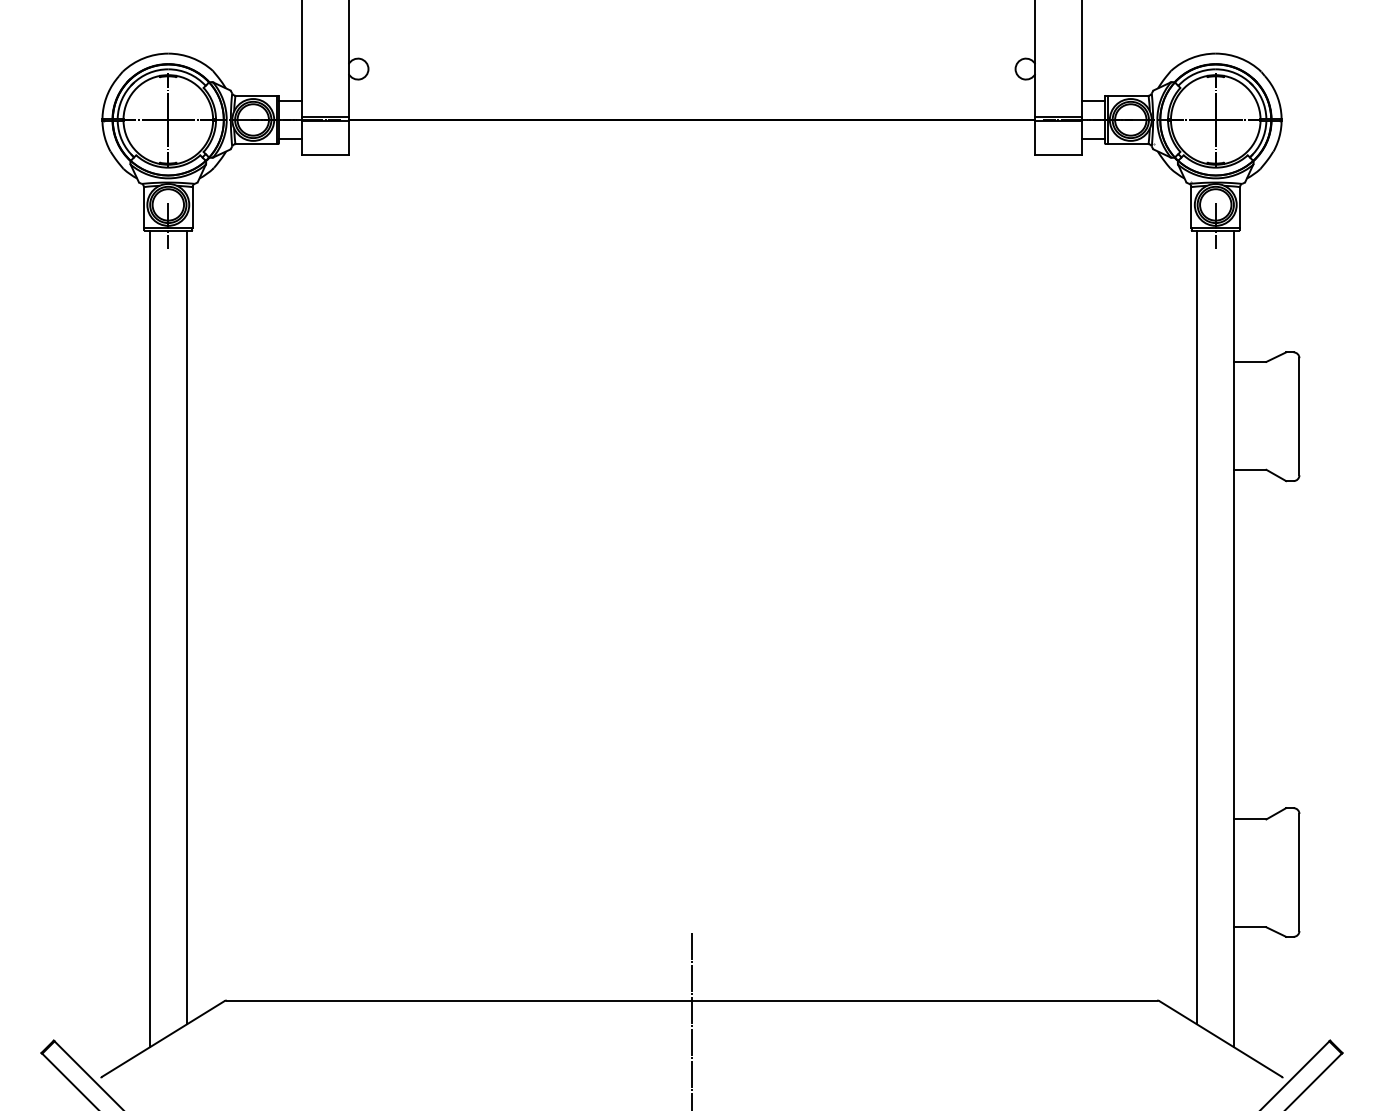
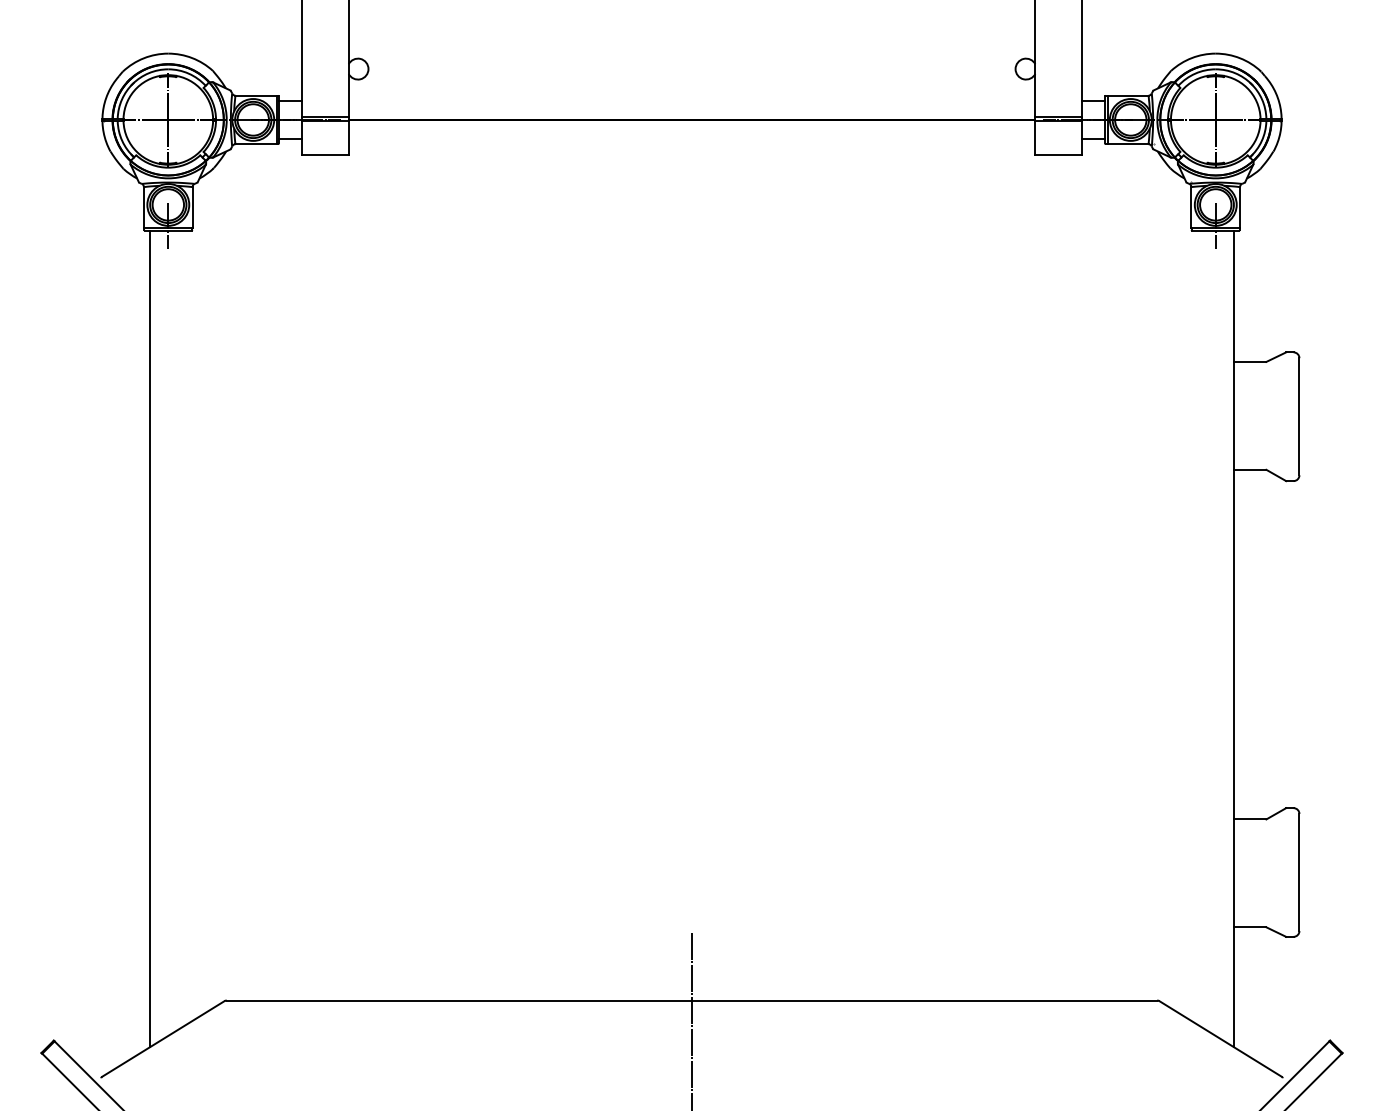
line at (186, 627): present -> none
line at (1197, 627): present -> none
